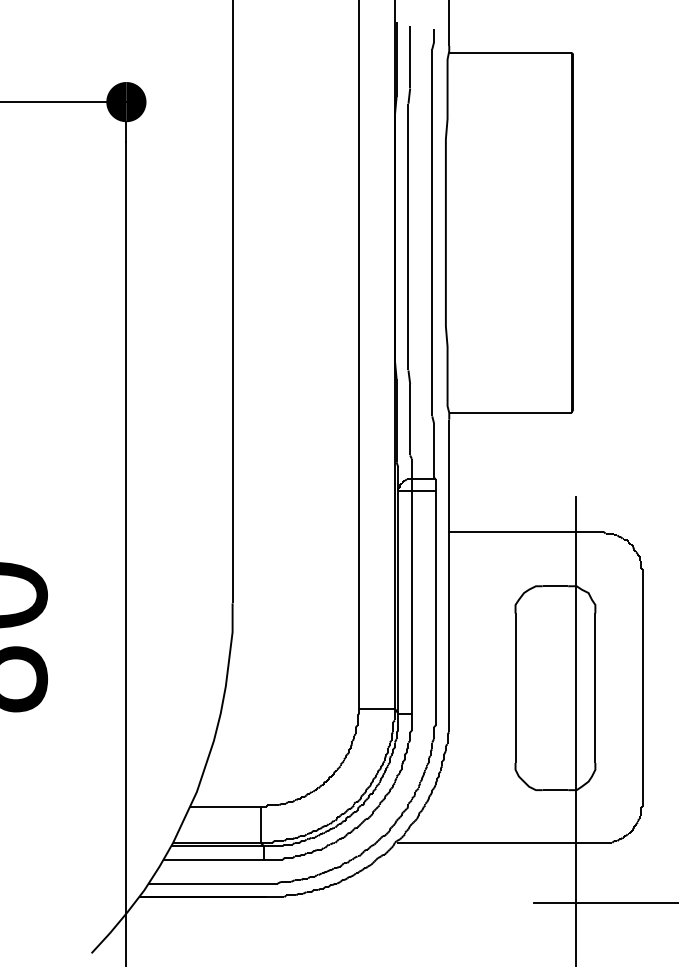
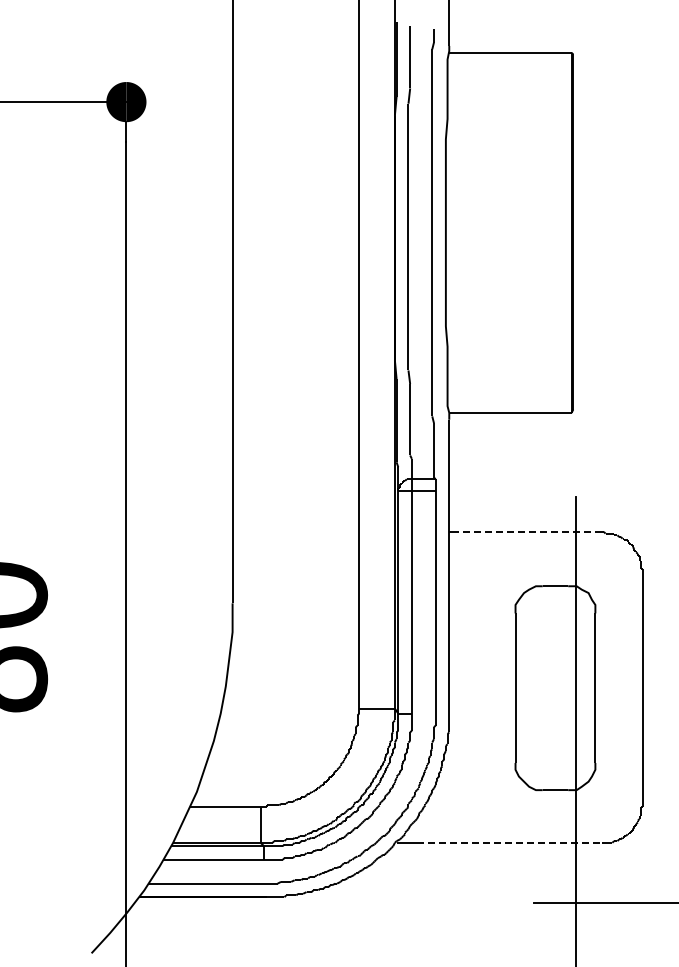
line at (530, 531): solid -> dashed
line at (509, 842): solid -> dashed
